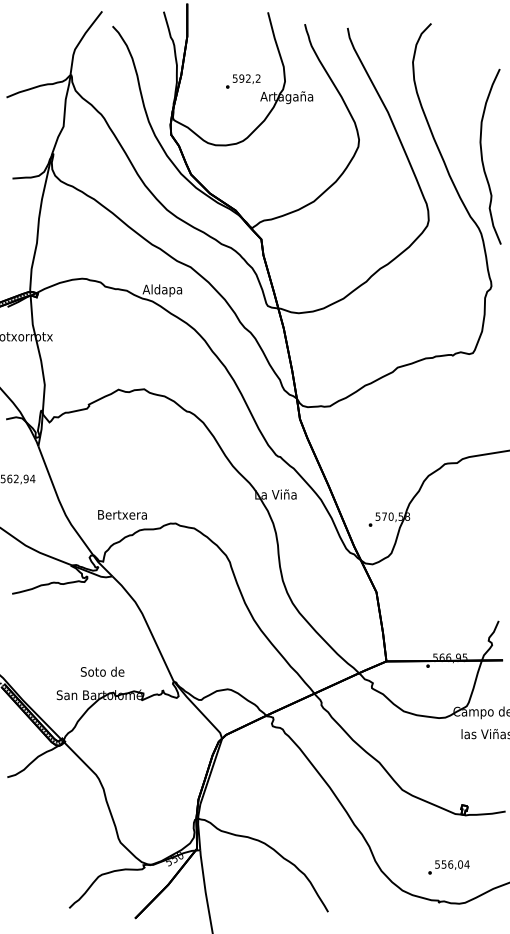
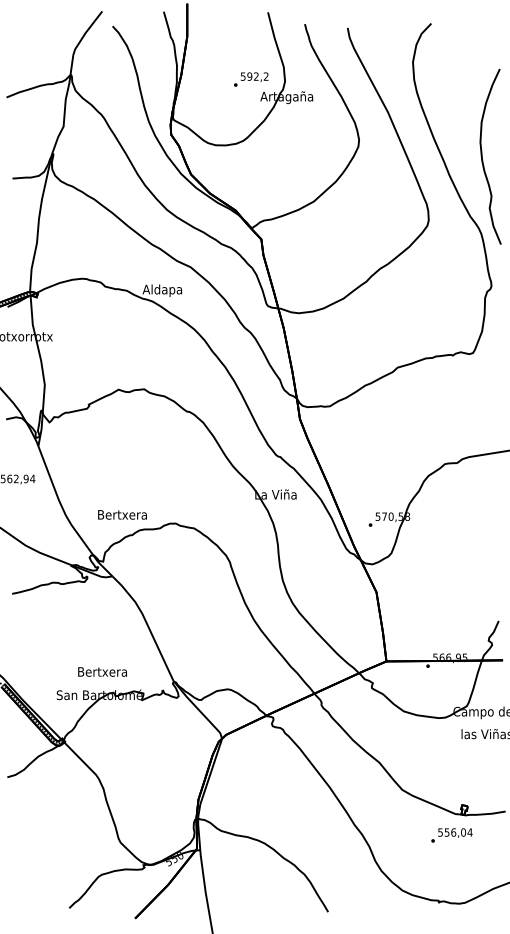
text at (243, 81) position: (243, 81) -> (251, 79)
text at (102, 671): Soto de -> Bertxera
text at (448, 867) position: (448, 867) -> (451, 835)
